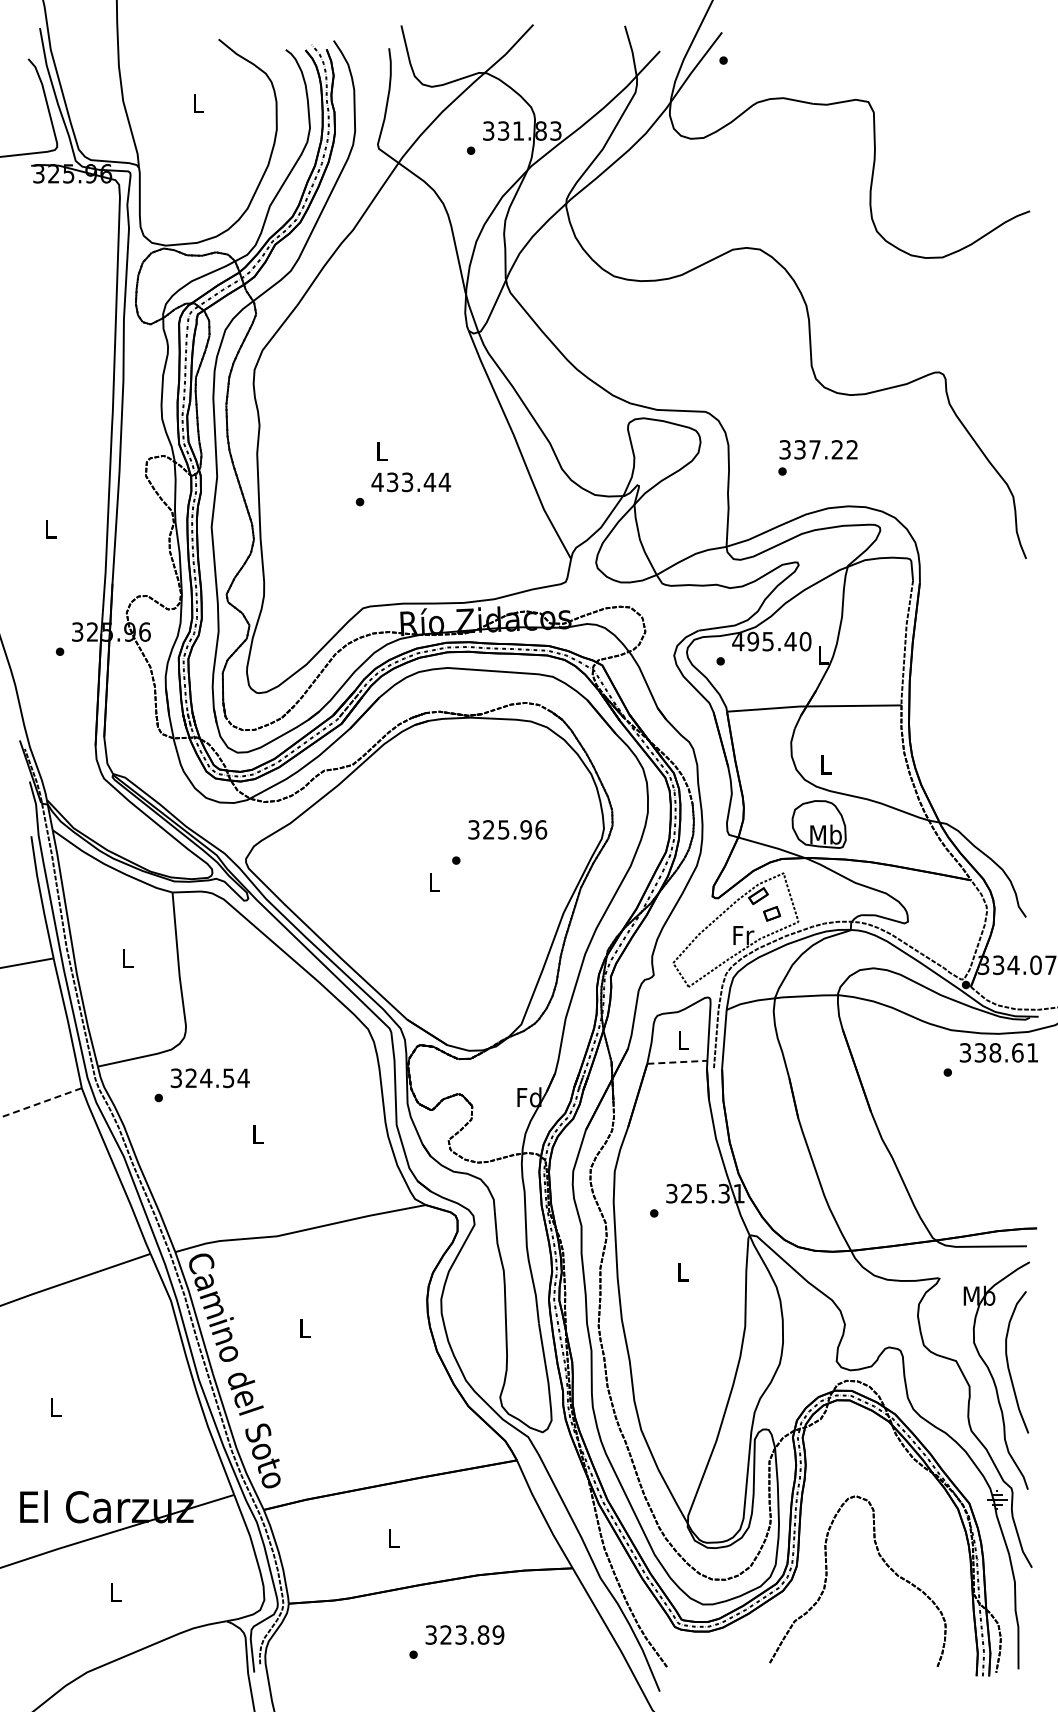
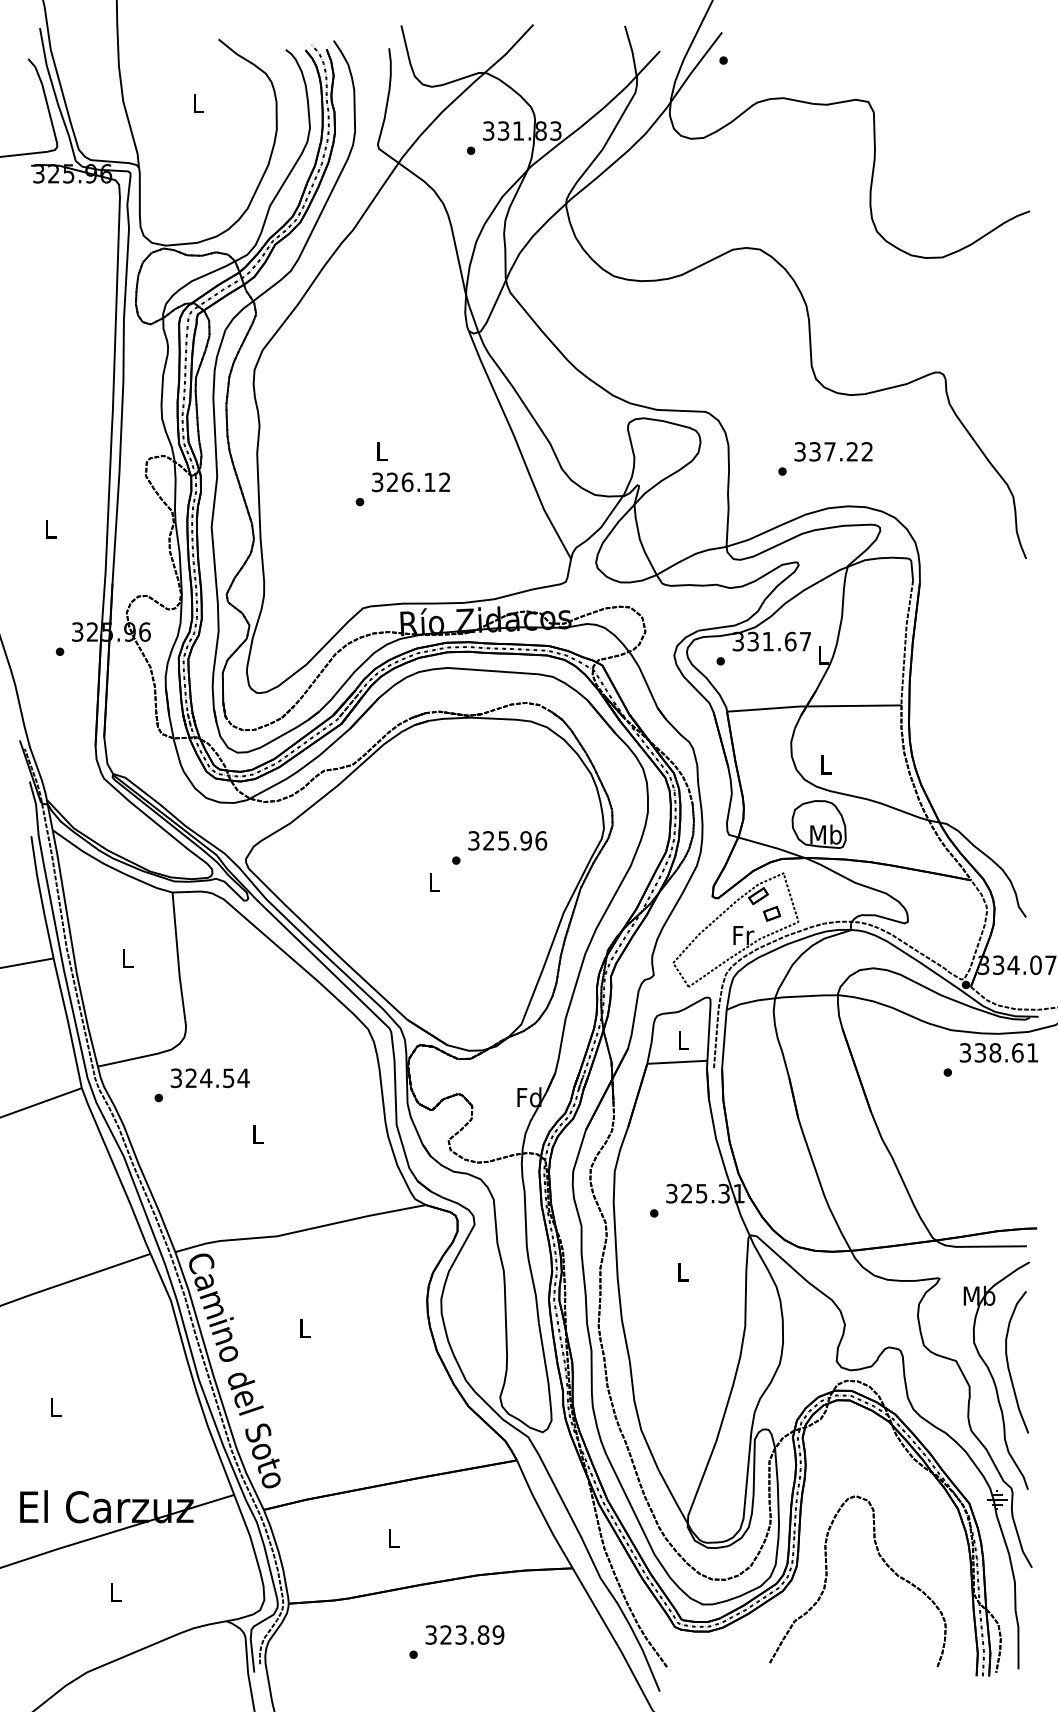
text at (818, 449) position: (818, 449) -> (833, 451)
text at (411, 482): 433.44 -> 326.12
text at (771, 641): 495.40 -> 331.67
text at (507, 829) position: (507, 829) -> (507, 840)
line at (677, 1062): dashed -> solid
line at (40, 1103): dashed -> solid
